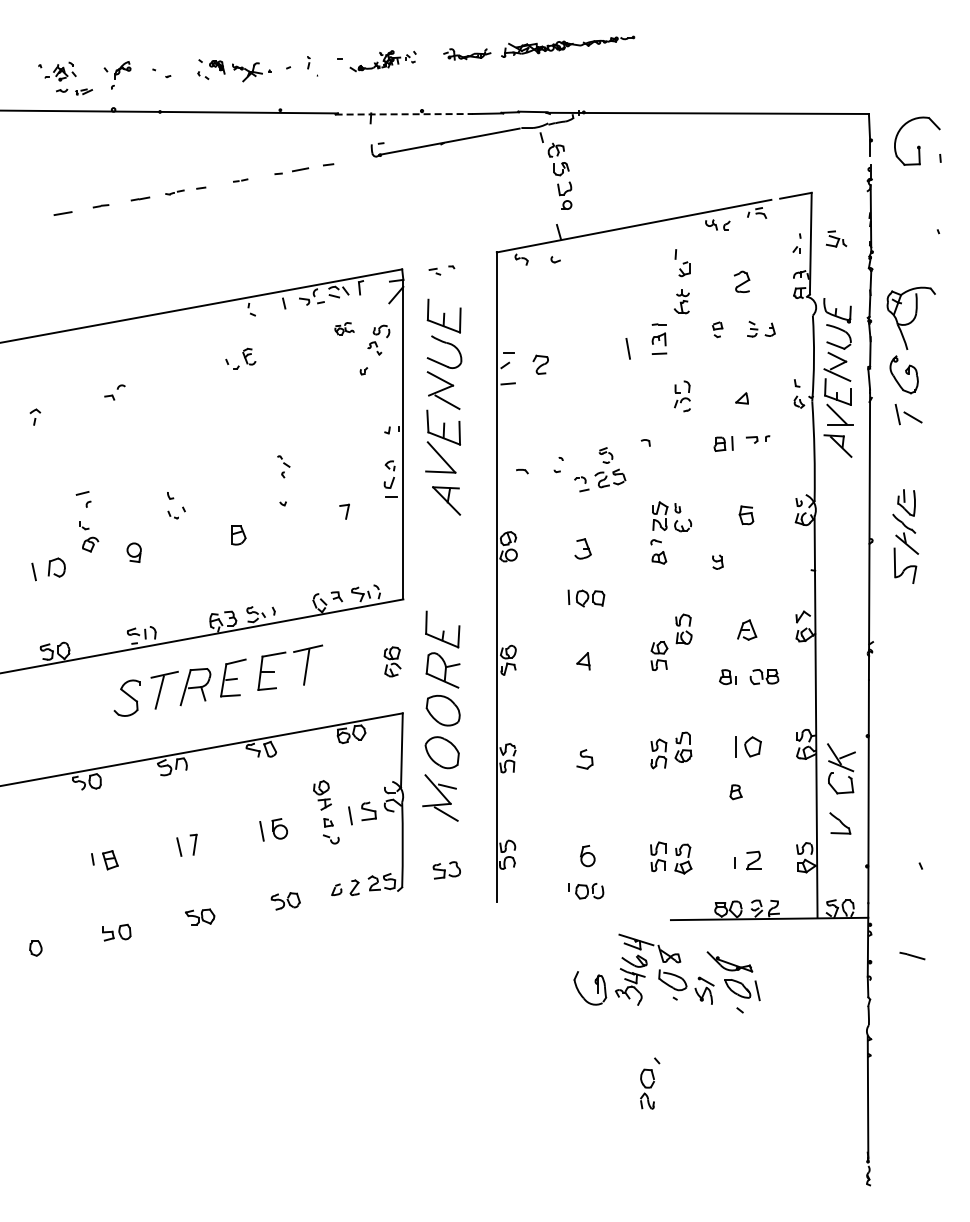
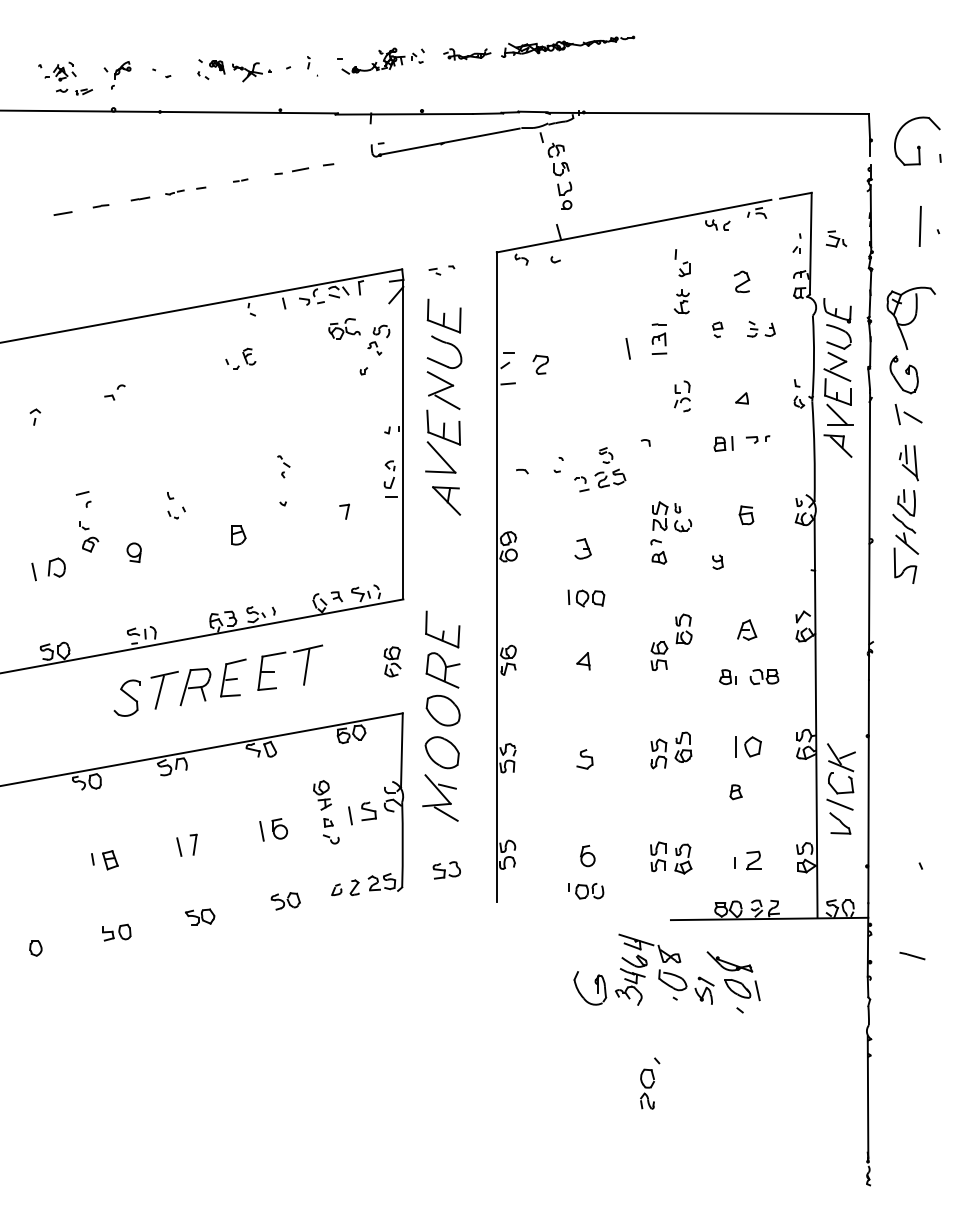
part at (382, 61) size: 68x23 px -> 84x28 px
line at (404, 114): dashed -> solid
line at (919, 226): none -> present
part at (344, 328) size: 21x14 px -> 33x22 px
part at (908, 462): none -> present
line at (839, 804): none -> present
